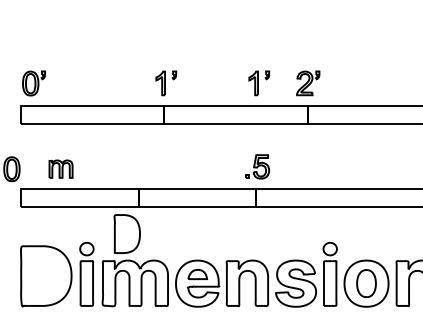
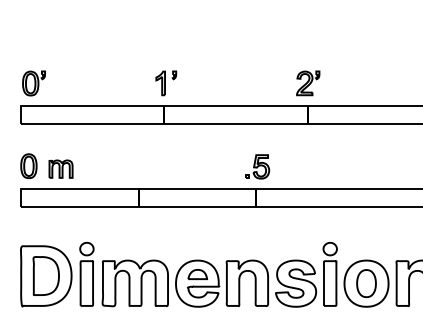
part at (259, 83): present -> none
part at (11, 168) position: (11, 168) -> (28, 165)
part at (126, 233) position: (126, 233) -> (45, 275)
